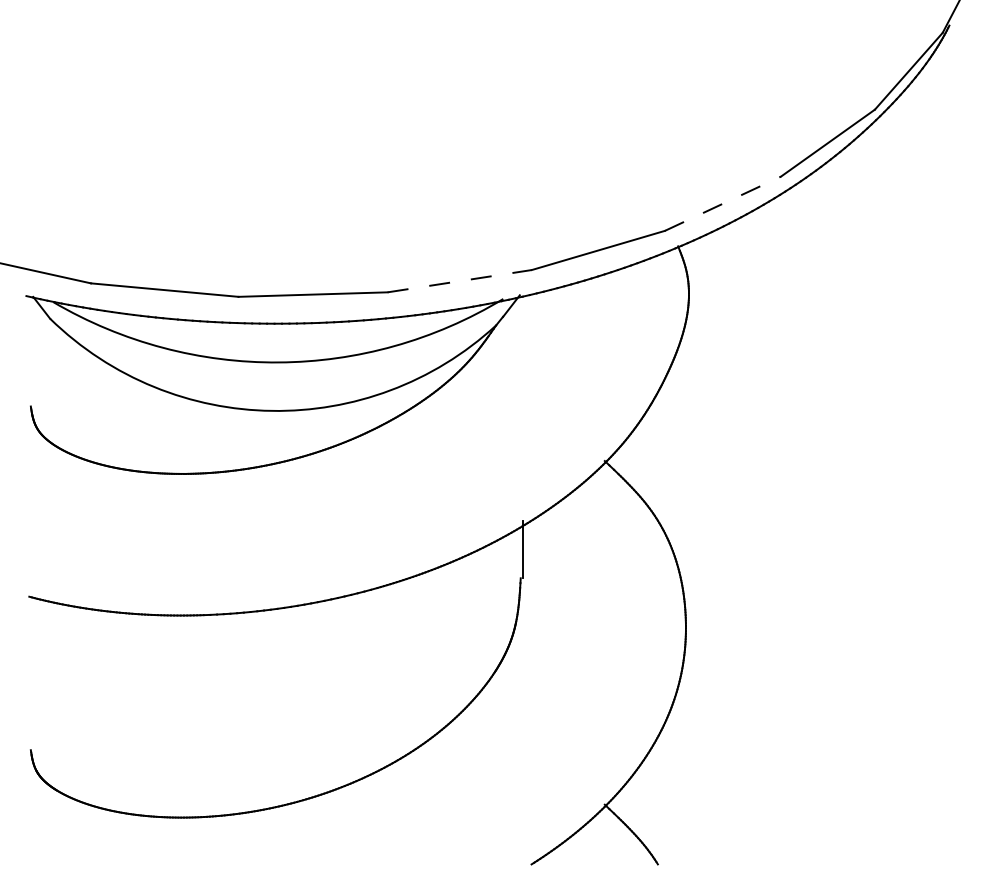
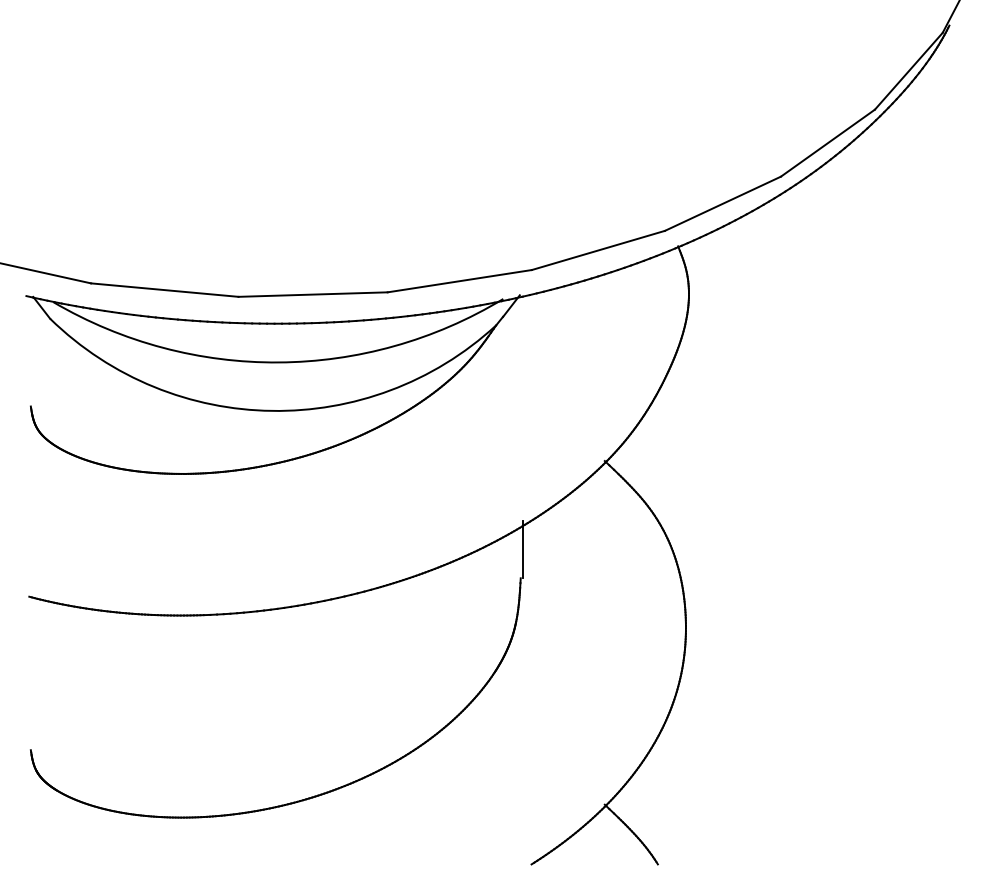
line at (723, 203): dashed -> solid
line at (459, 281): dashed -> solid
